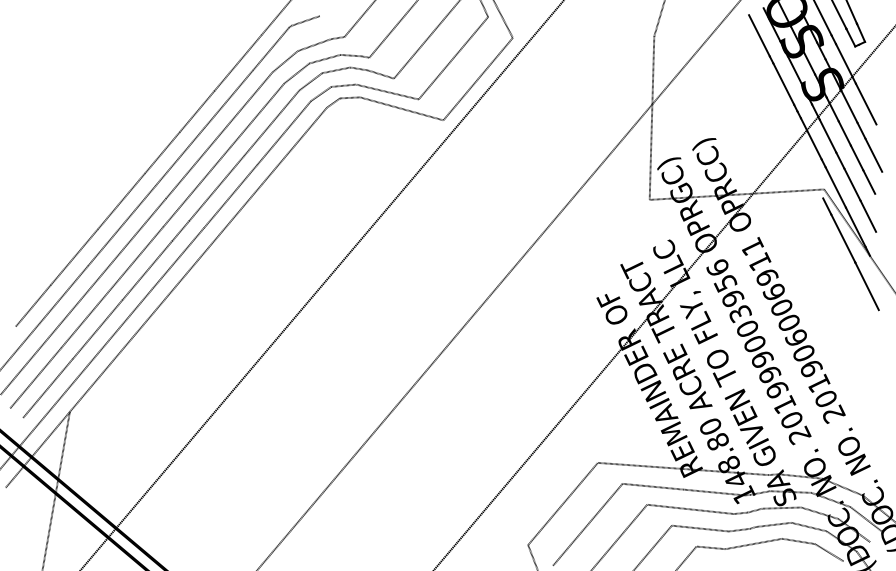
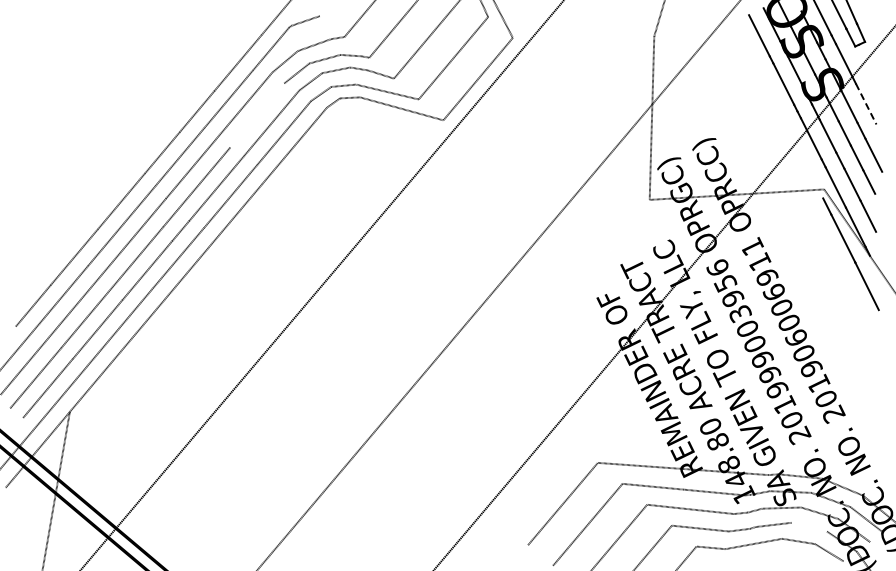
line at (866, 104): solid -> dashed
line at (257, 115): present -> none
line at (808, 526): present -> none
line at (532, 556): present -> none
